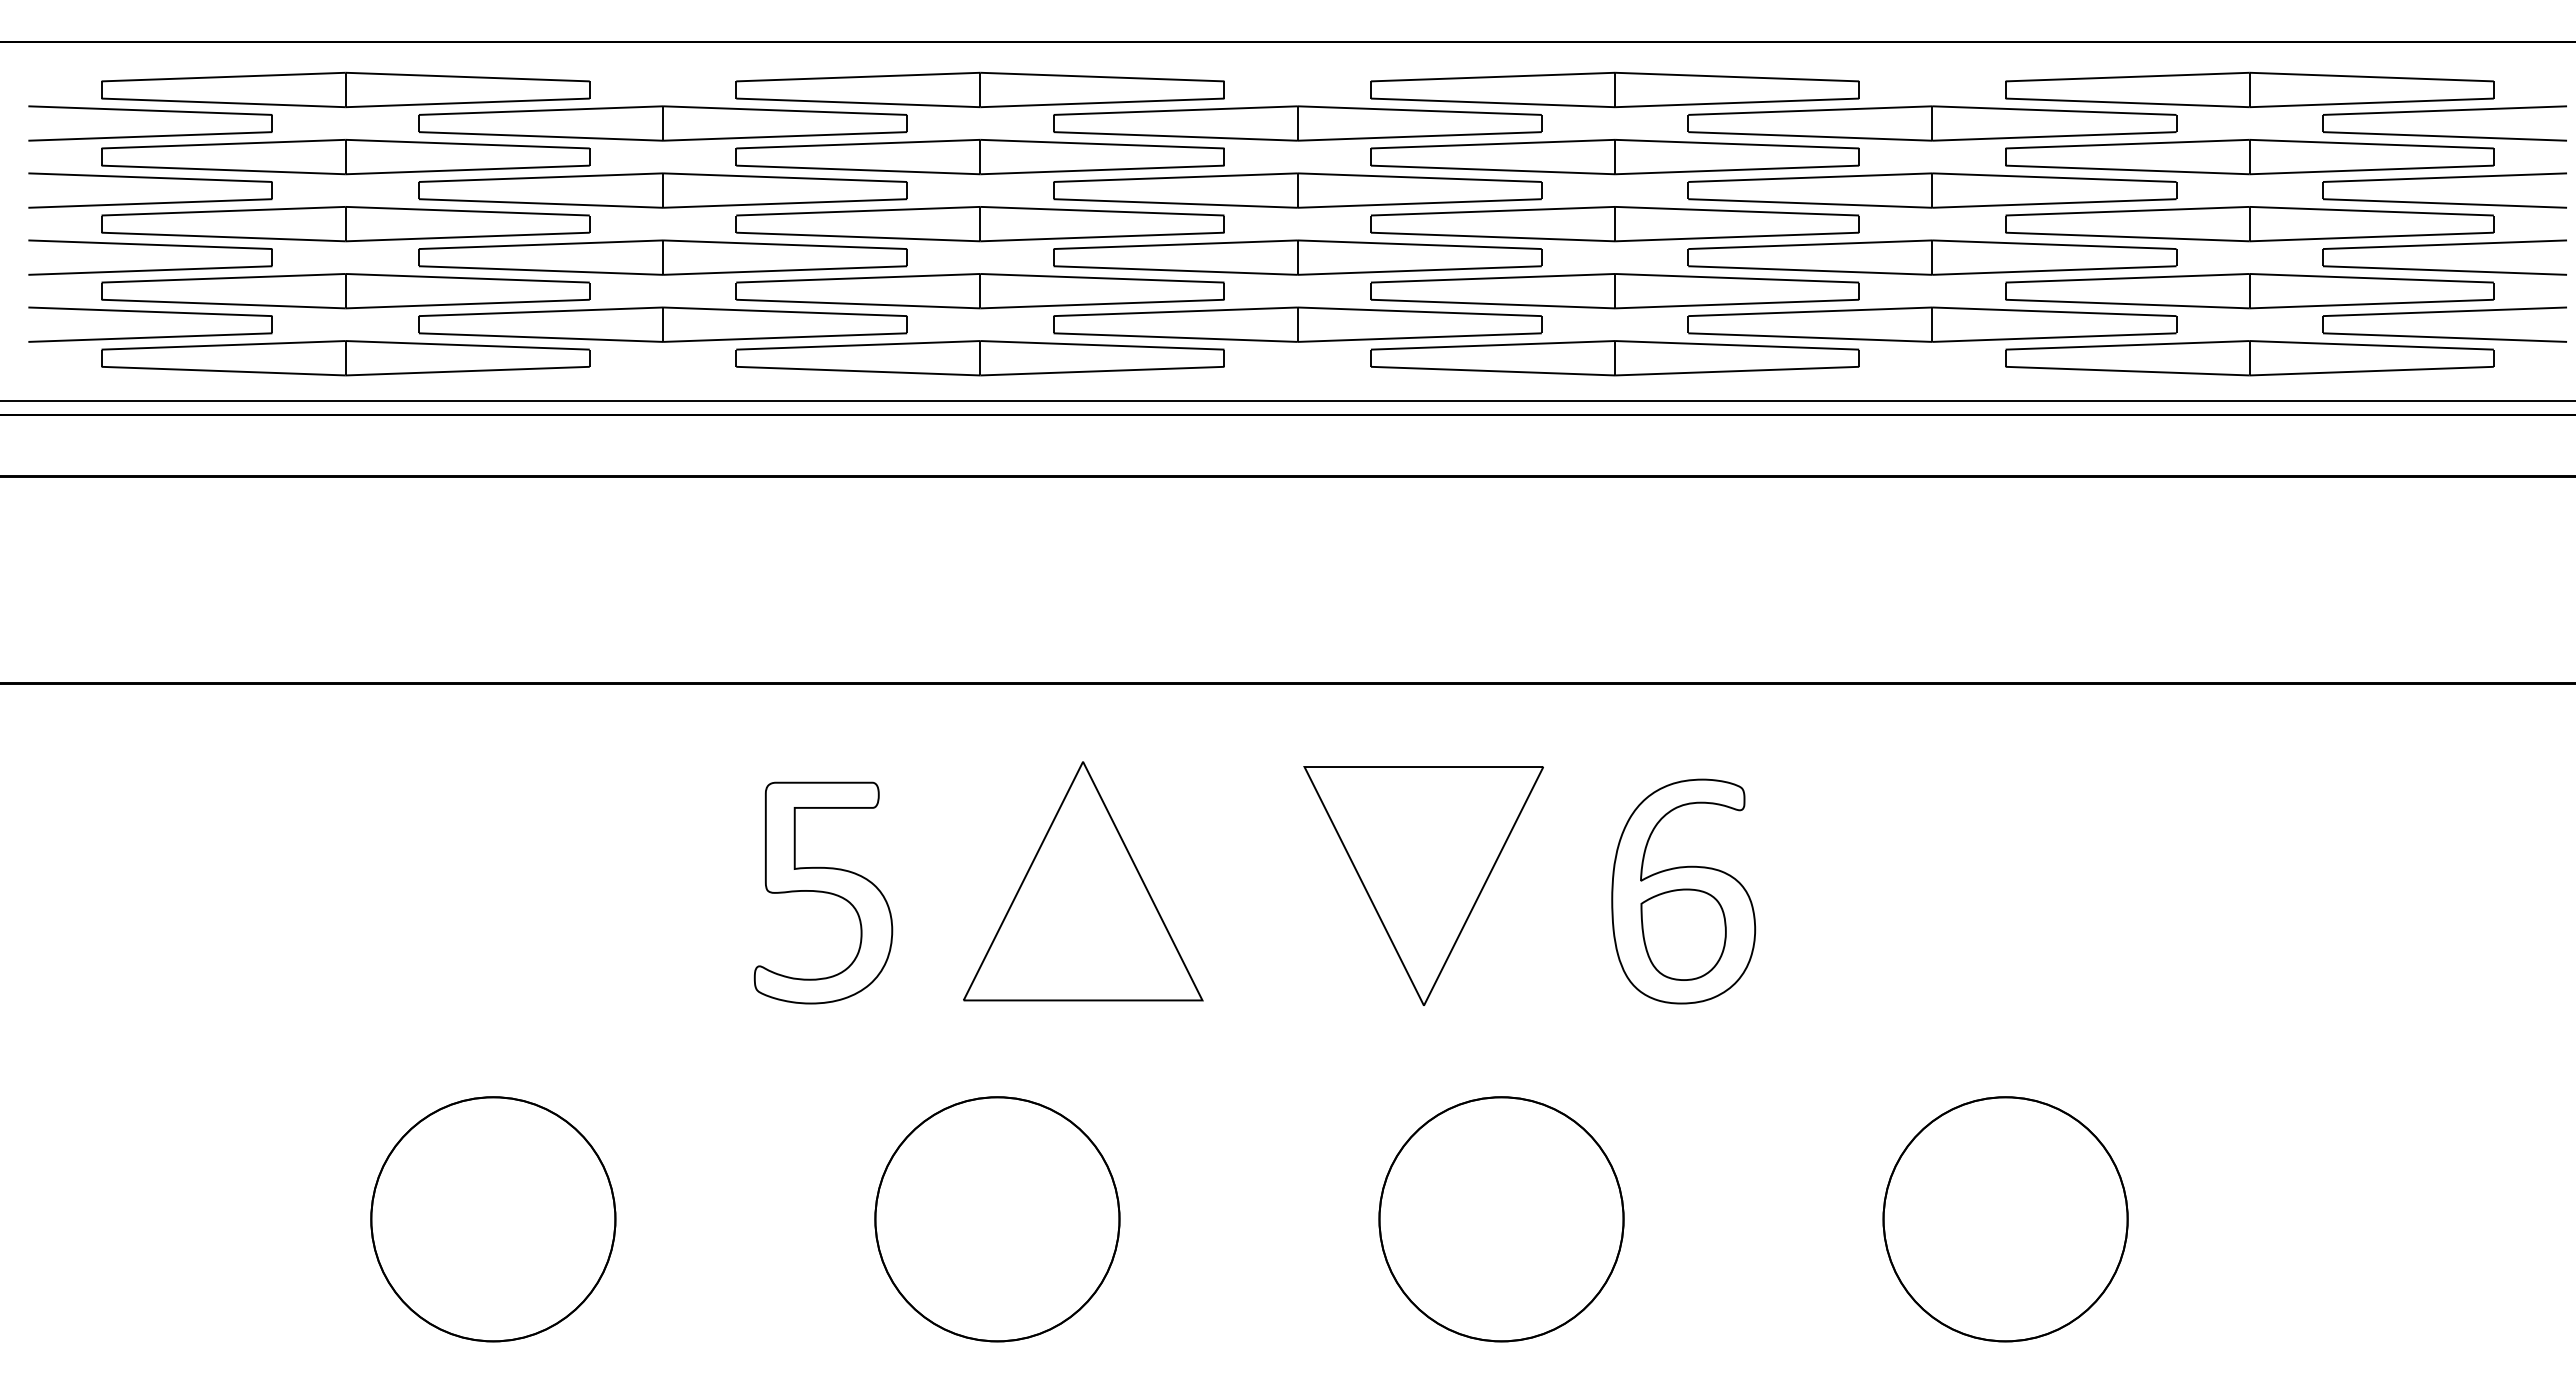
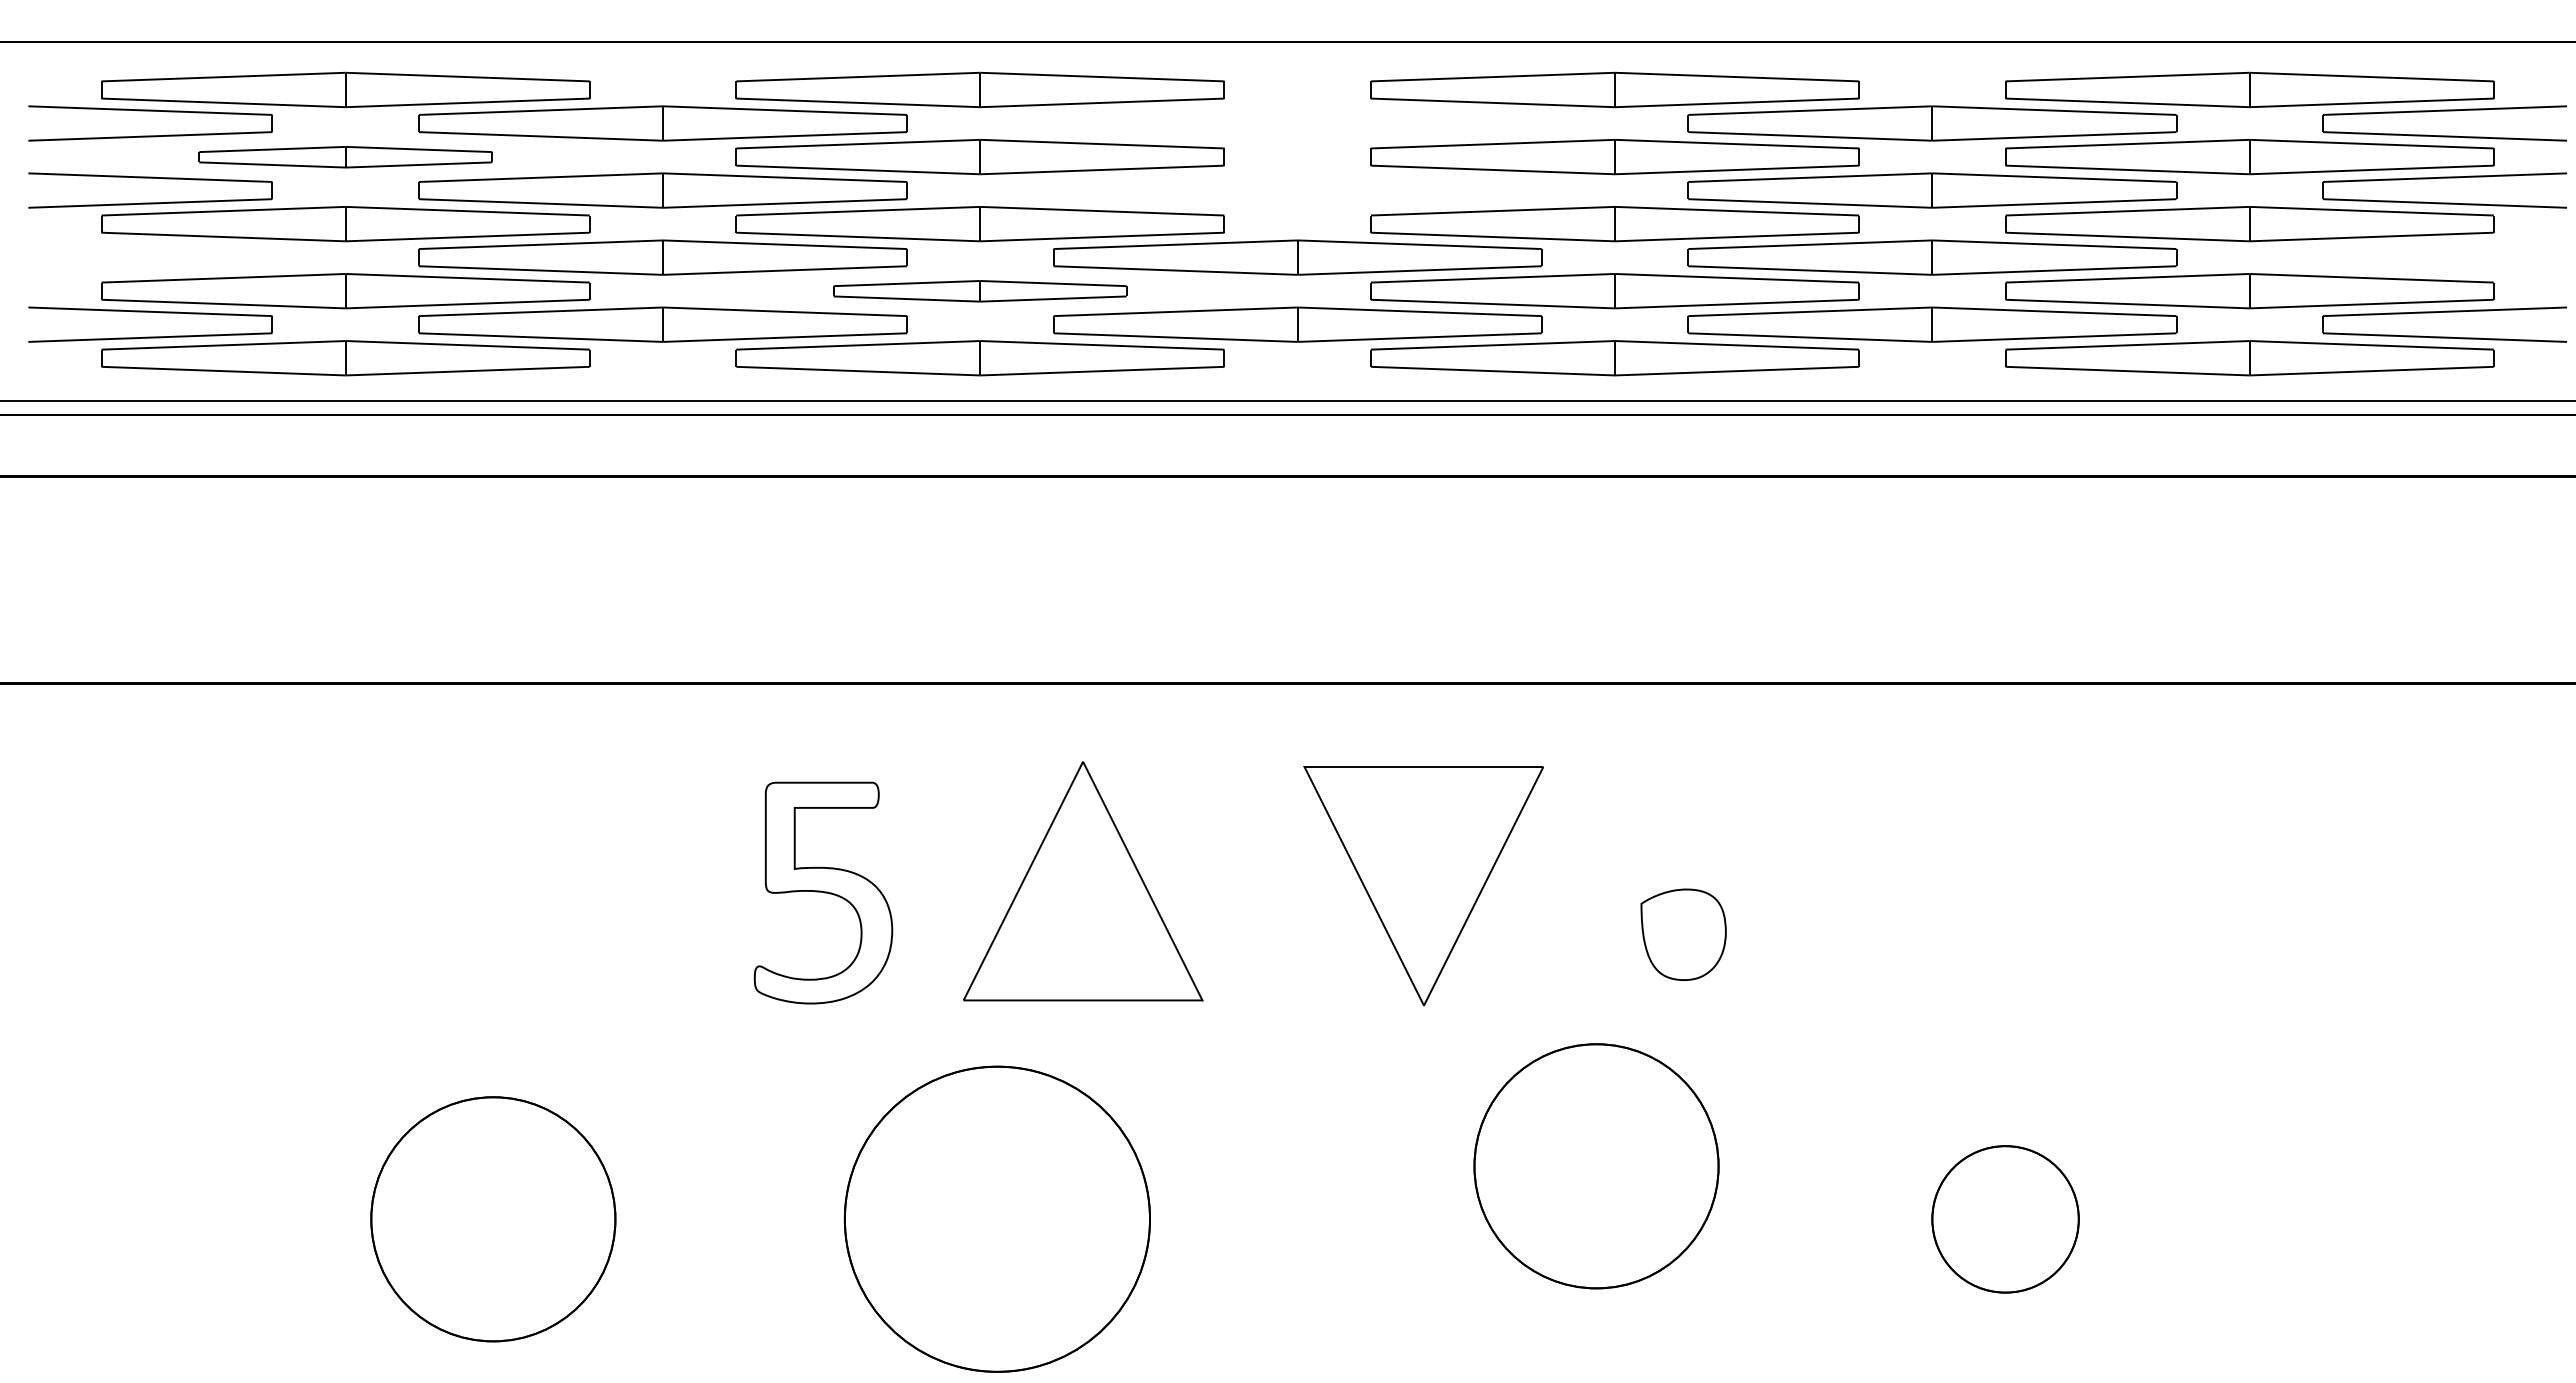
part at (1297, 123): present -> none
part at (345, 157) size: 490x37 px -> 295x23 px
part at (1297, 190): present -> none
part at (150, 245): present -> none
part at (2444, 245): present -> none
part at (979, 291) size: 490x37 px -> 295x23 px
part at (1683, 891): present -> none
part at (997, 1219) size: 247x247 px -> 308x308 px
part at (1501, 1219) position: (1501, 1219) -> (1596, 1166)
part at (2005, 1219) size: 247x247 px -> 149x149 px
